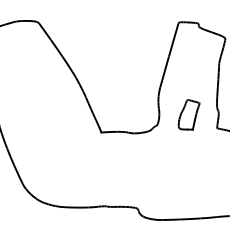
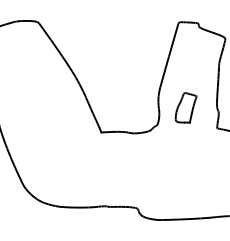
part at (188, 114) position: (188, 114) -> (185, 107)
